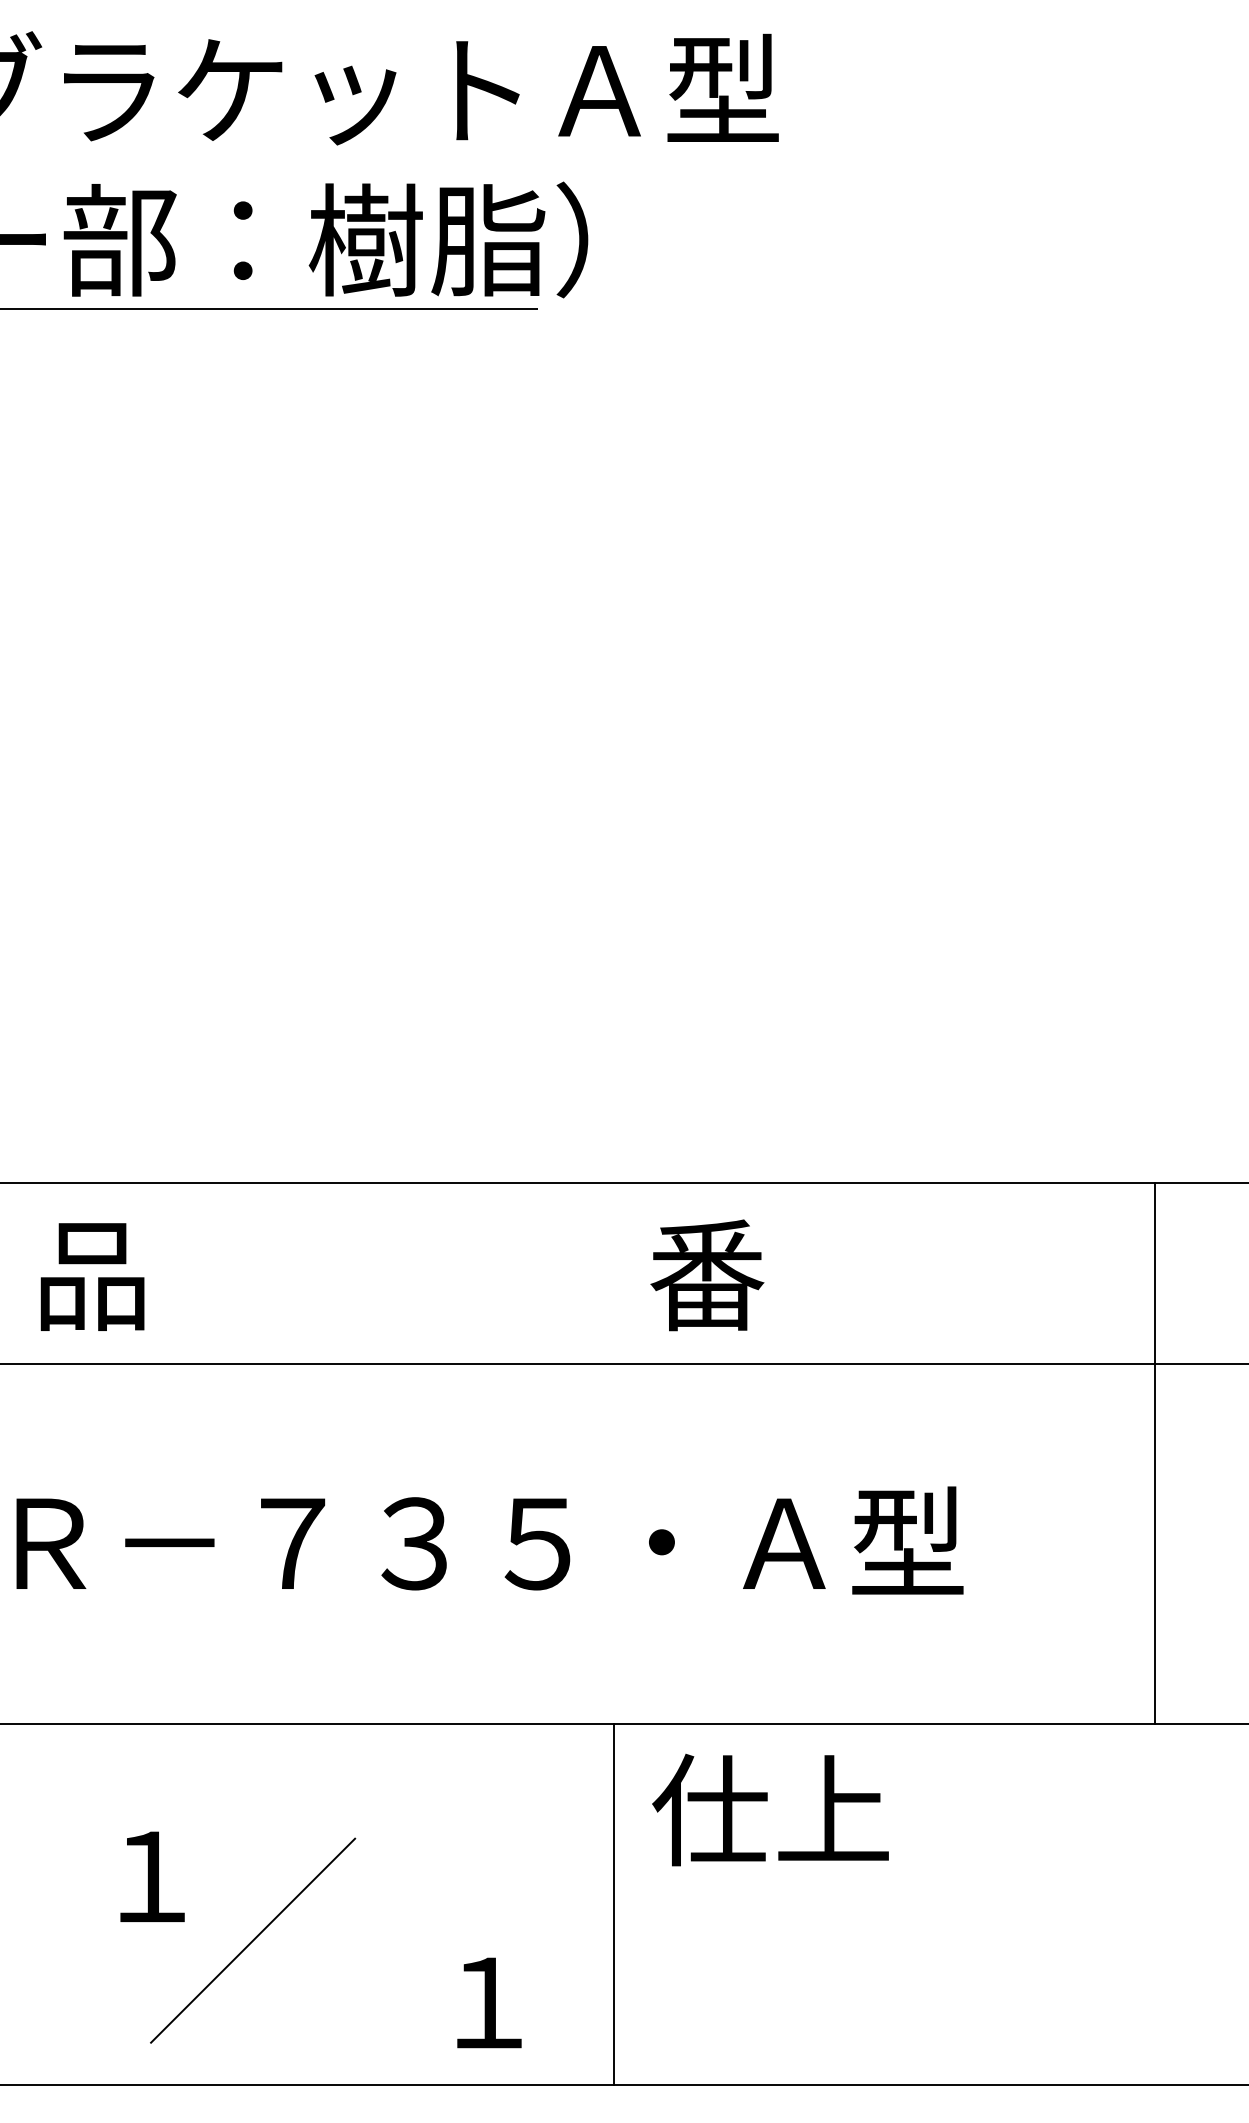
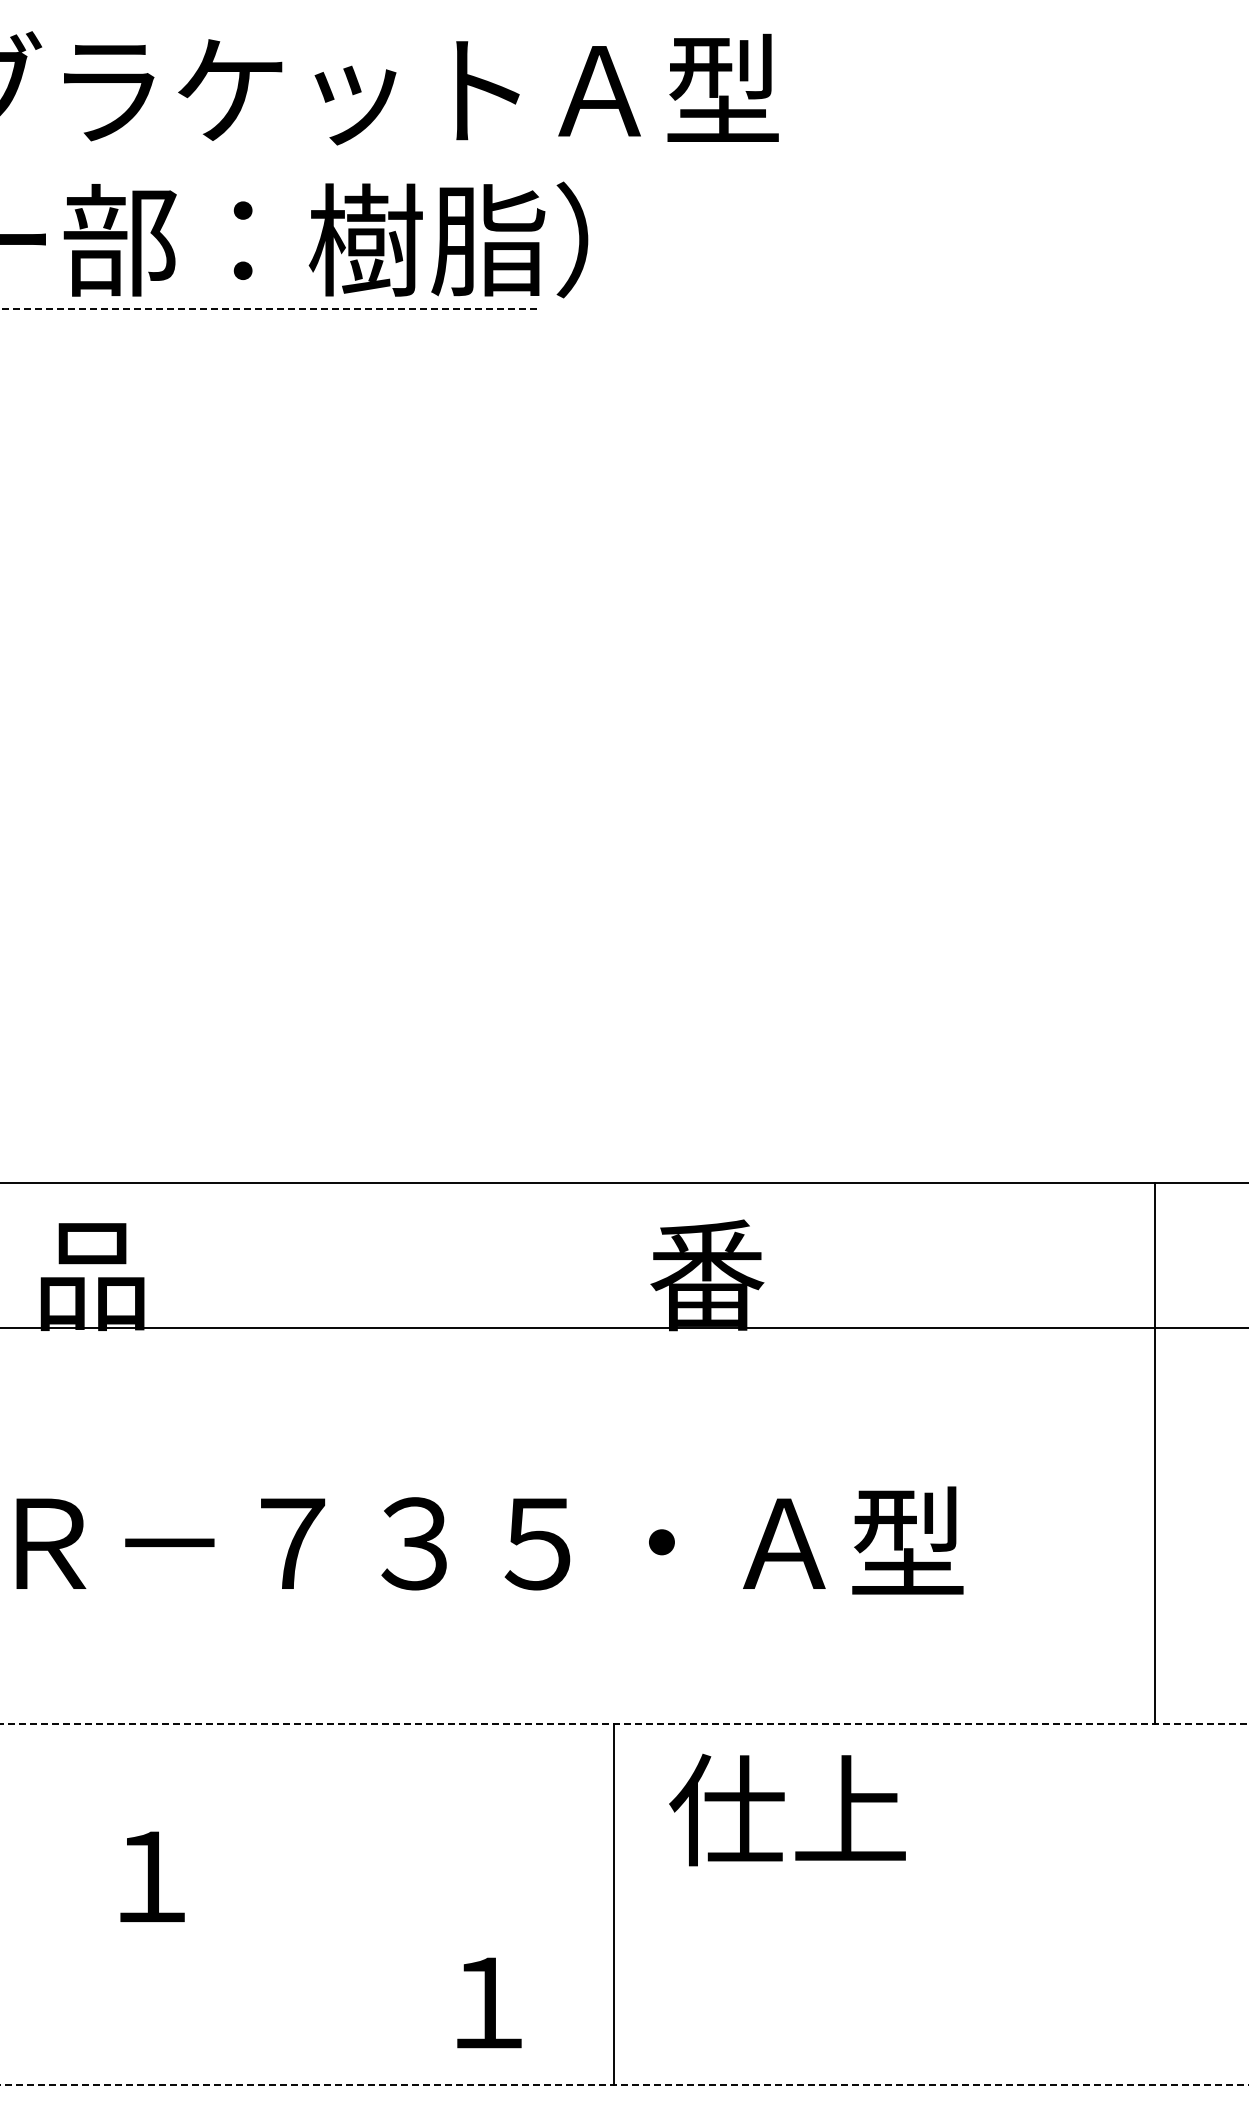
line at (269, 309): solid -> dashed
line at (623, 1363) position: (623, 1363) -> (623, 1327)
line at (624, 1724): solid -> dashed
text at (770, 1809) position: (770, 1809) -> (787, 1809)
line at (253, 1940): present -> none
line at (624, 2085): solid -> dashed
